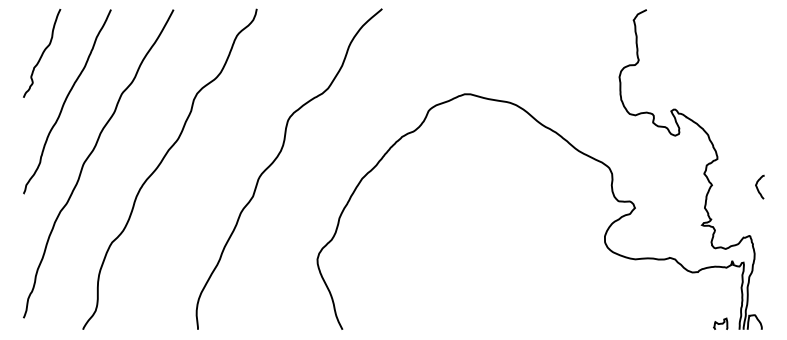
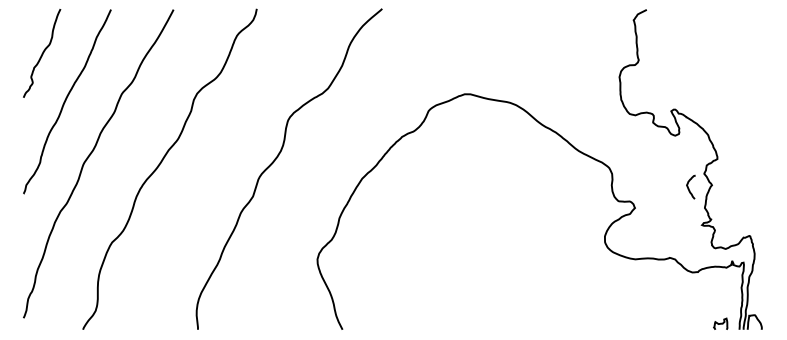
curve at (757, 186) position: (757, 186) -> (688, 186)
